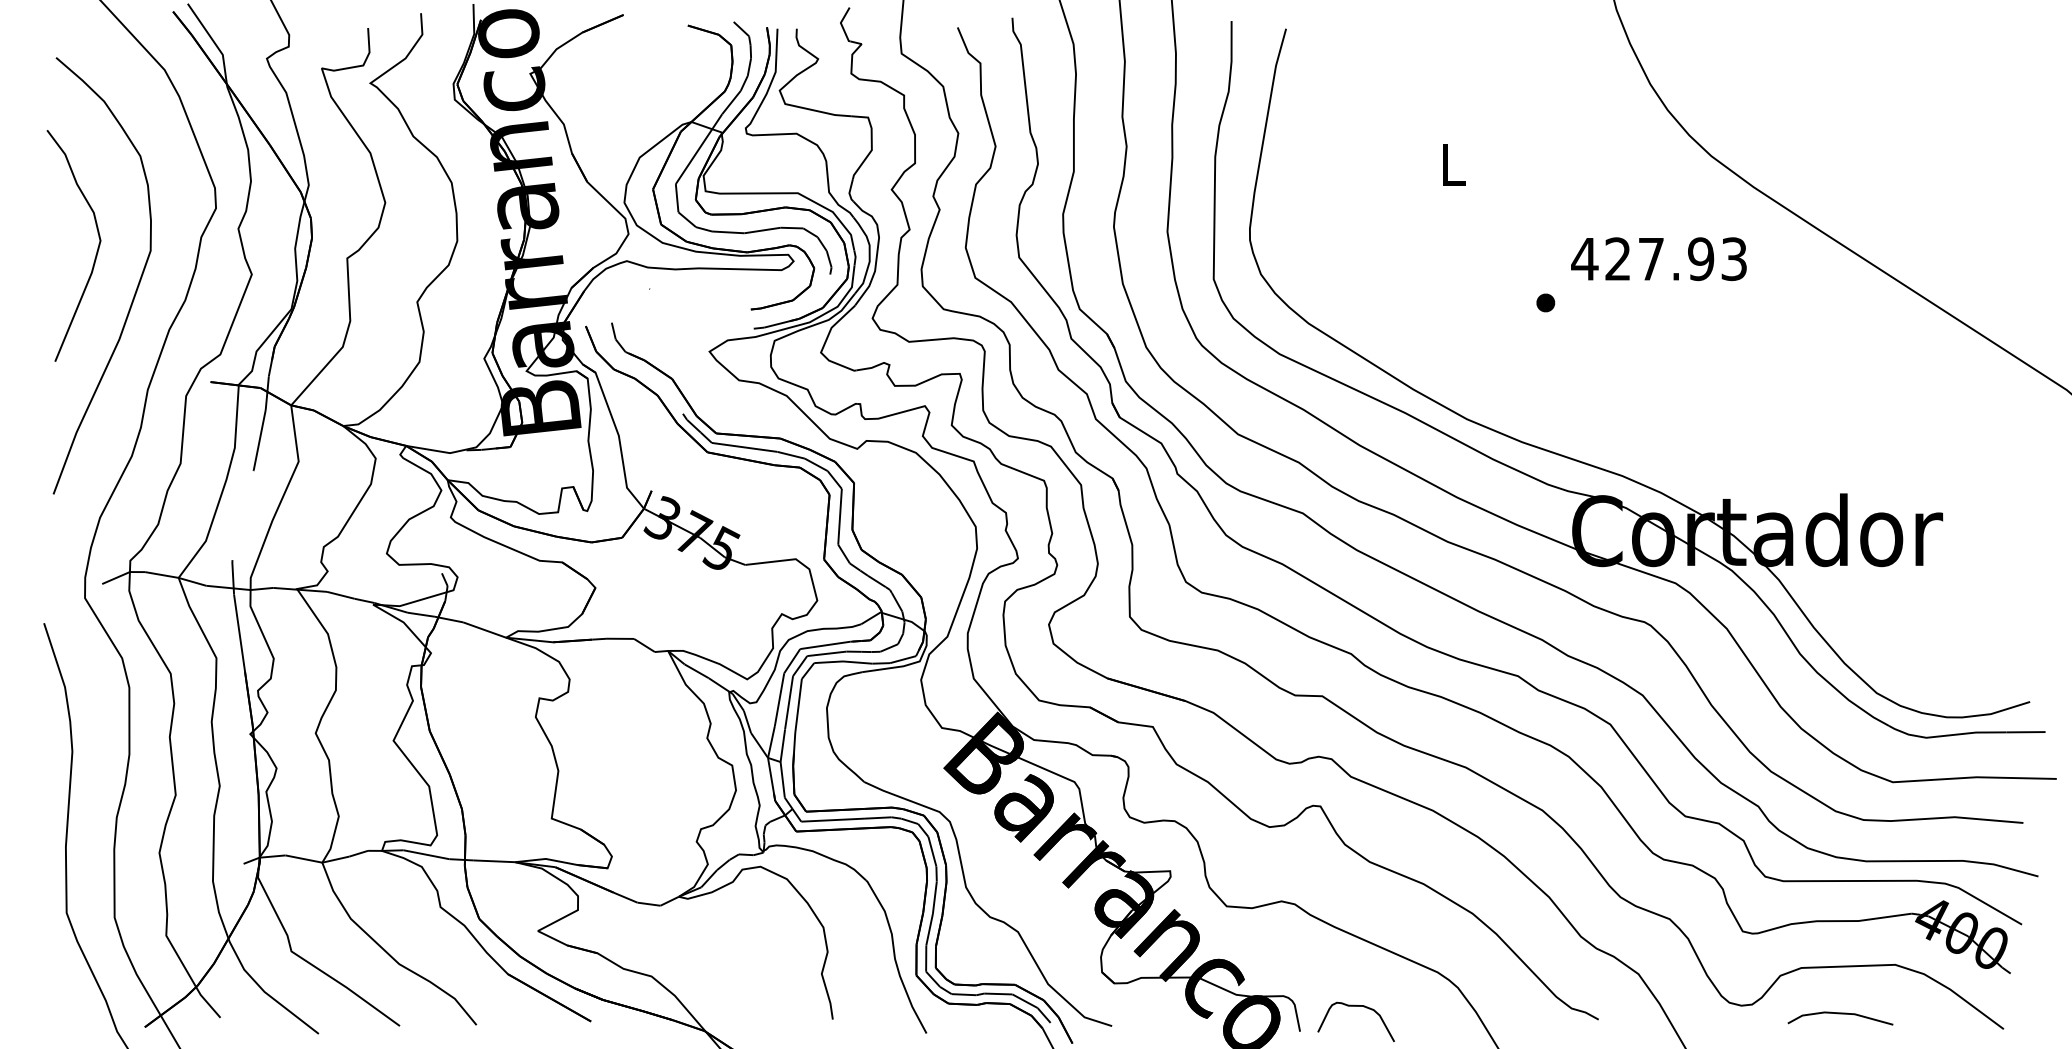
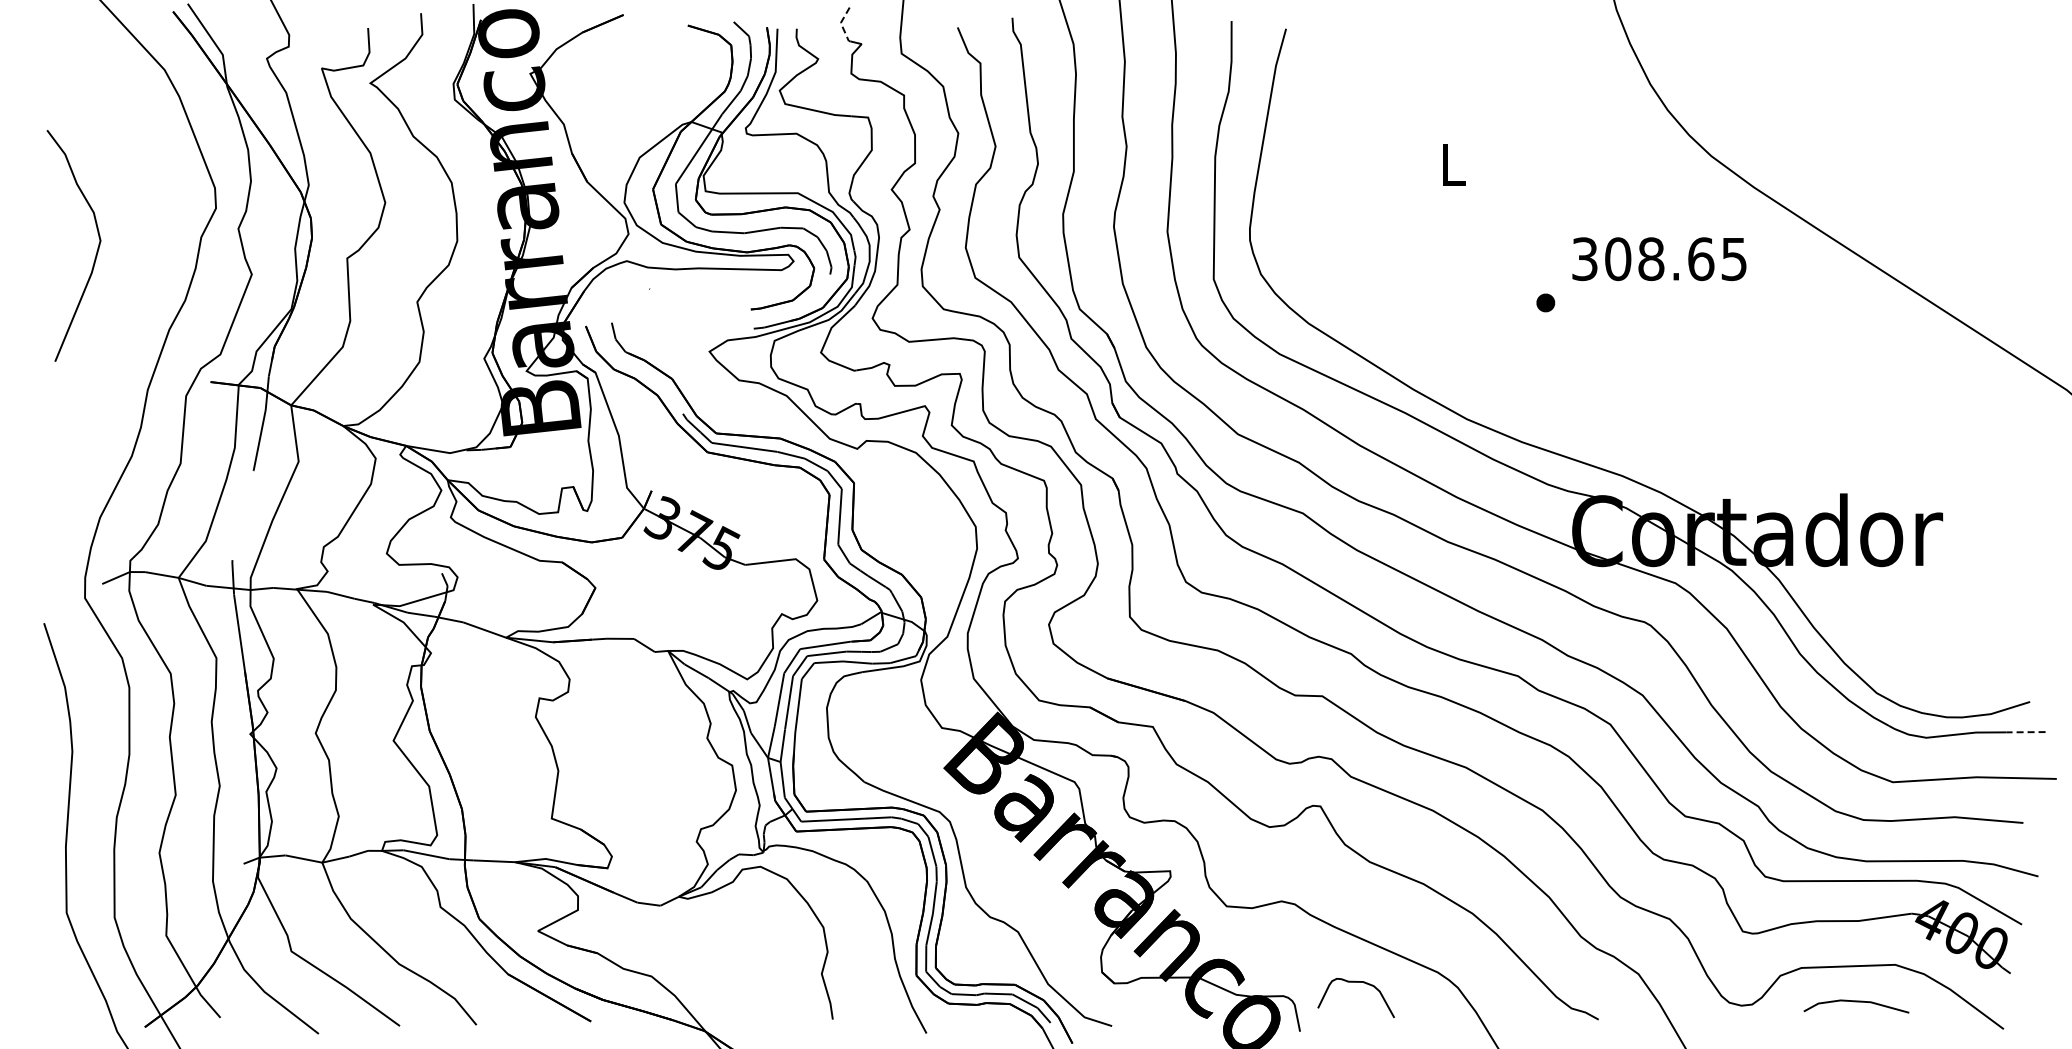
line at (841, 24): solid -> dashed
text at (1658, 259): 427.93 -> 308.65
curve at (136, 287): present -> none
line at (2025, 732): solid -> dashed
curve at (1355, 1006) position: (1355, 1006) -> (1355, 982)
line at (1840, 1014) position: (1840, 1014) -> (1856, 1002)
